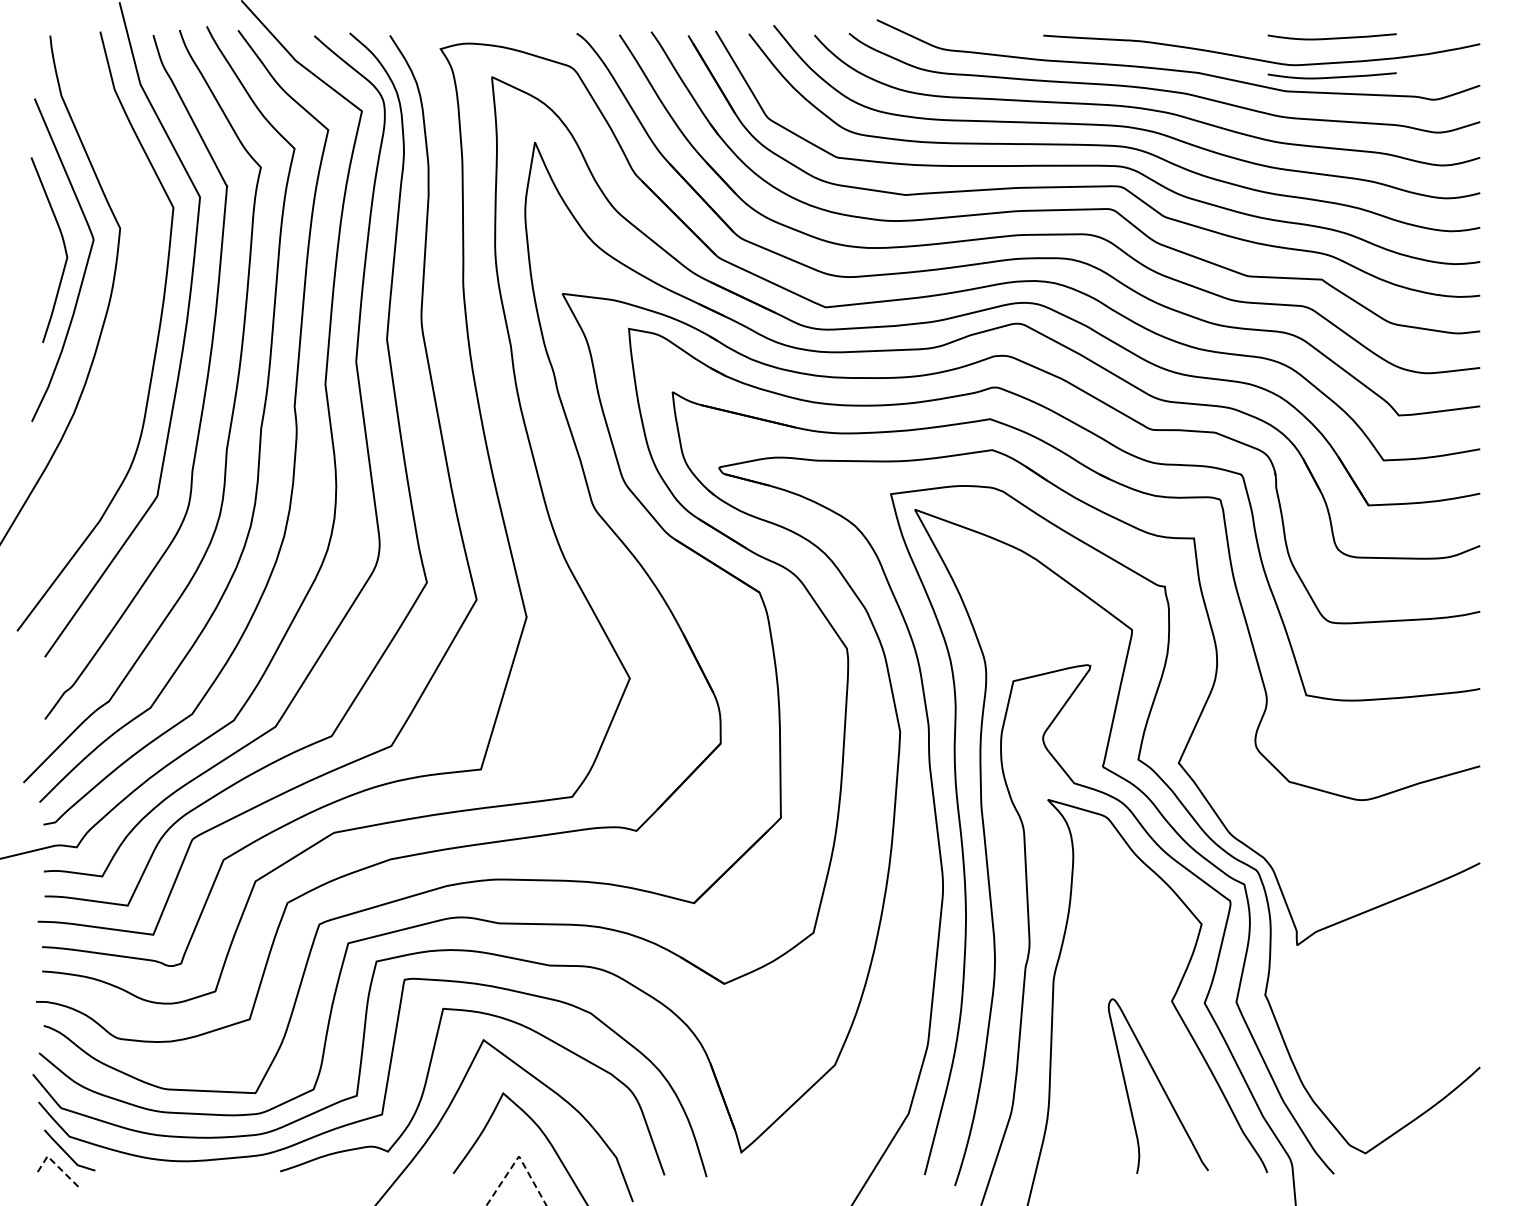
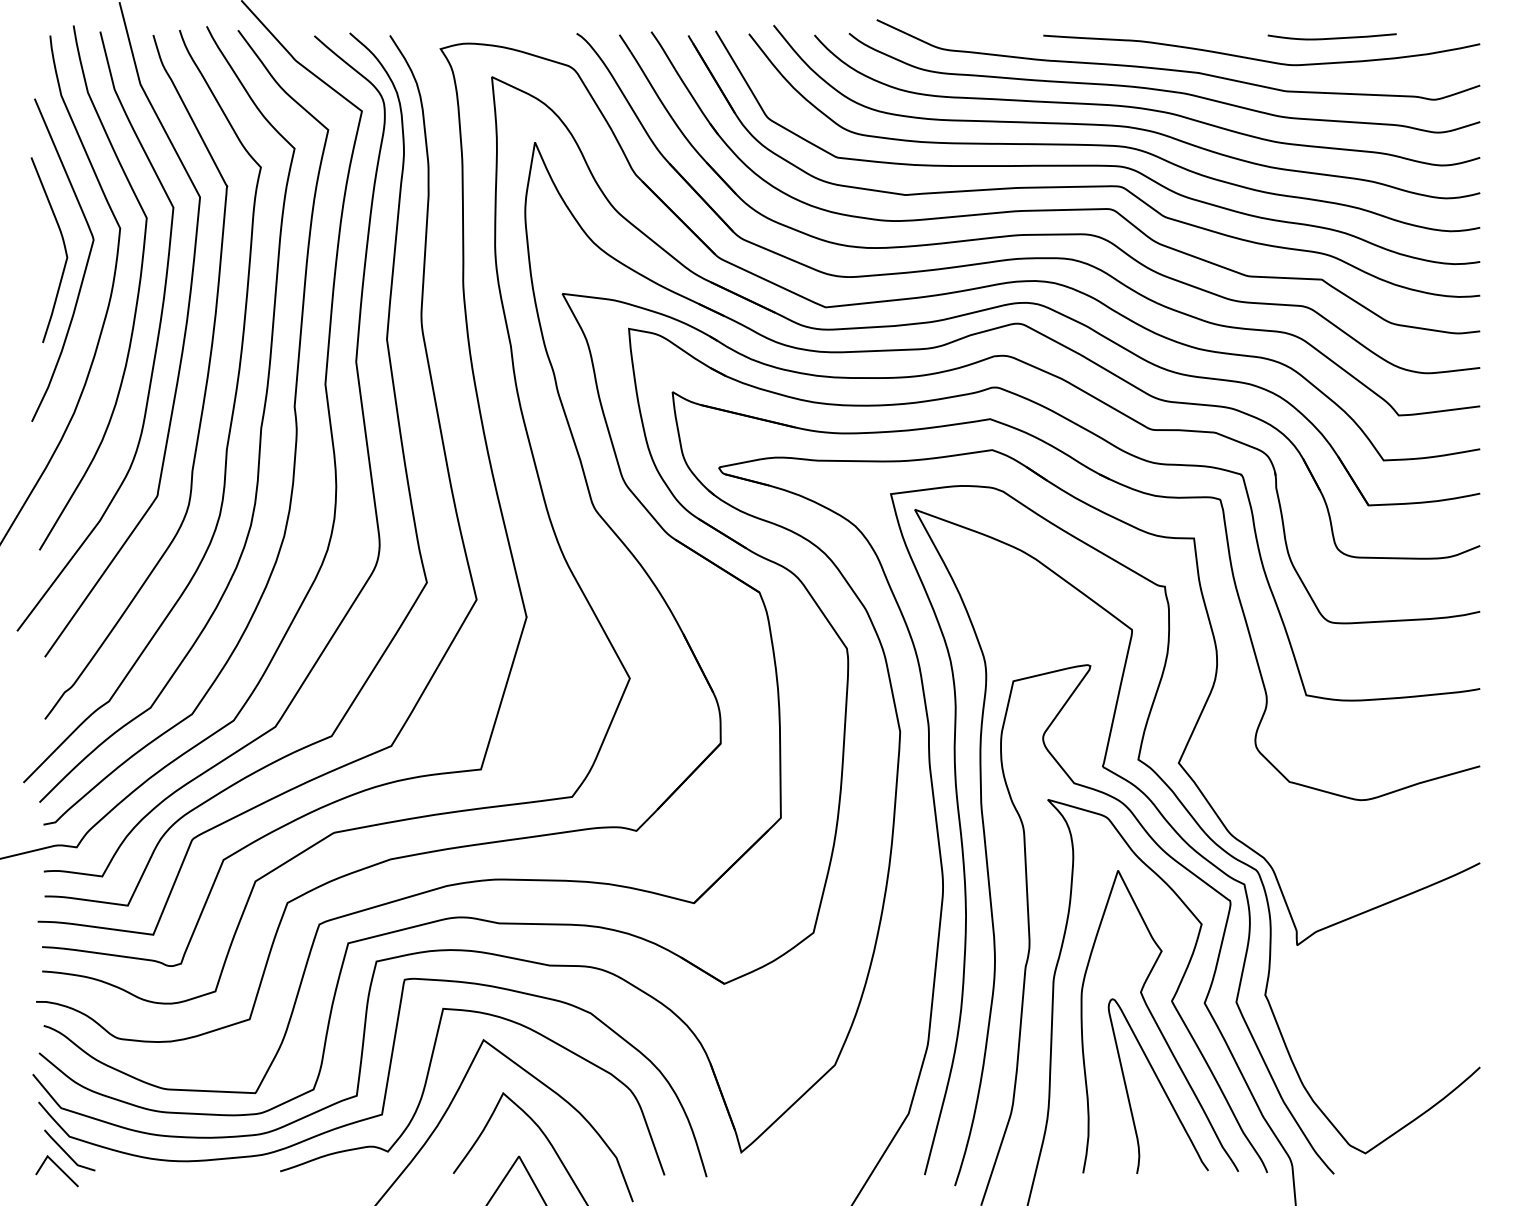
curve at (1331, 76): present -> none
curve at (136, 297): none -> present
curve at (1157, 1023): none -> present
line at (518, 1157): dashed -> solid
line at (54, 1163): dashed -> solid
